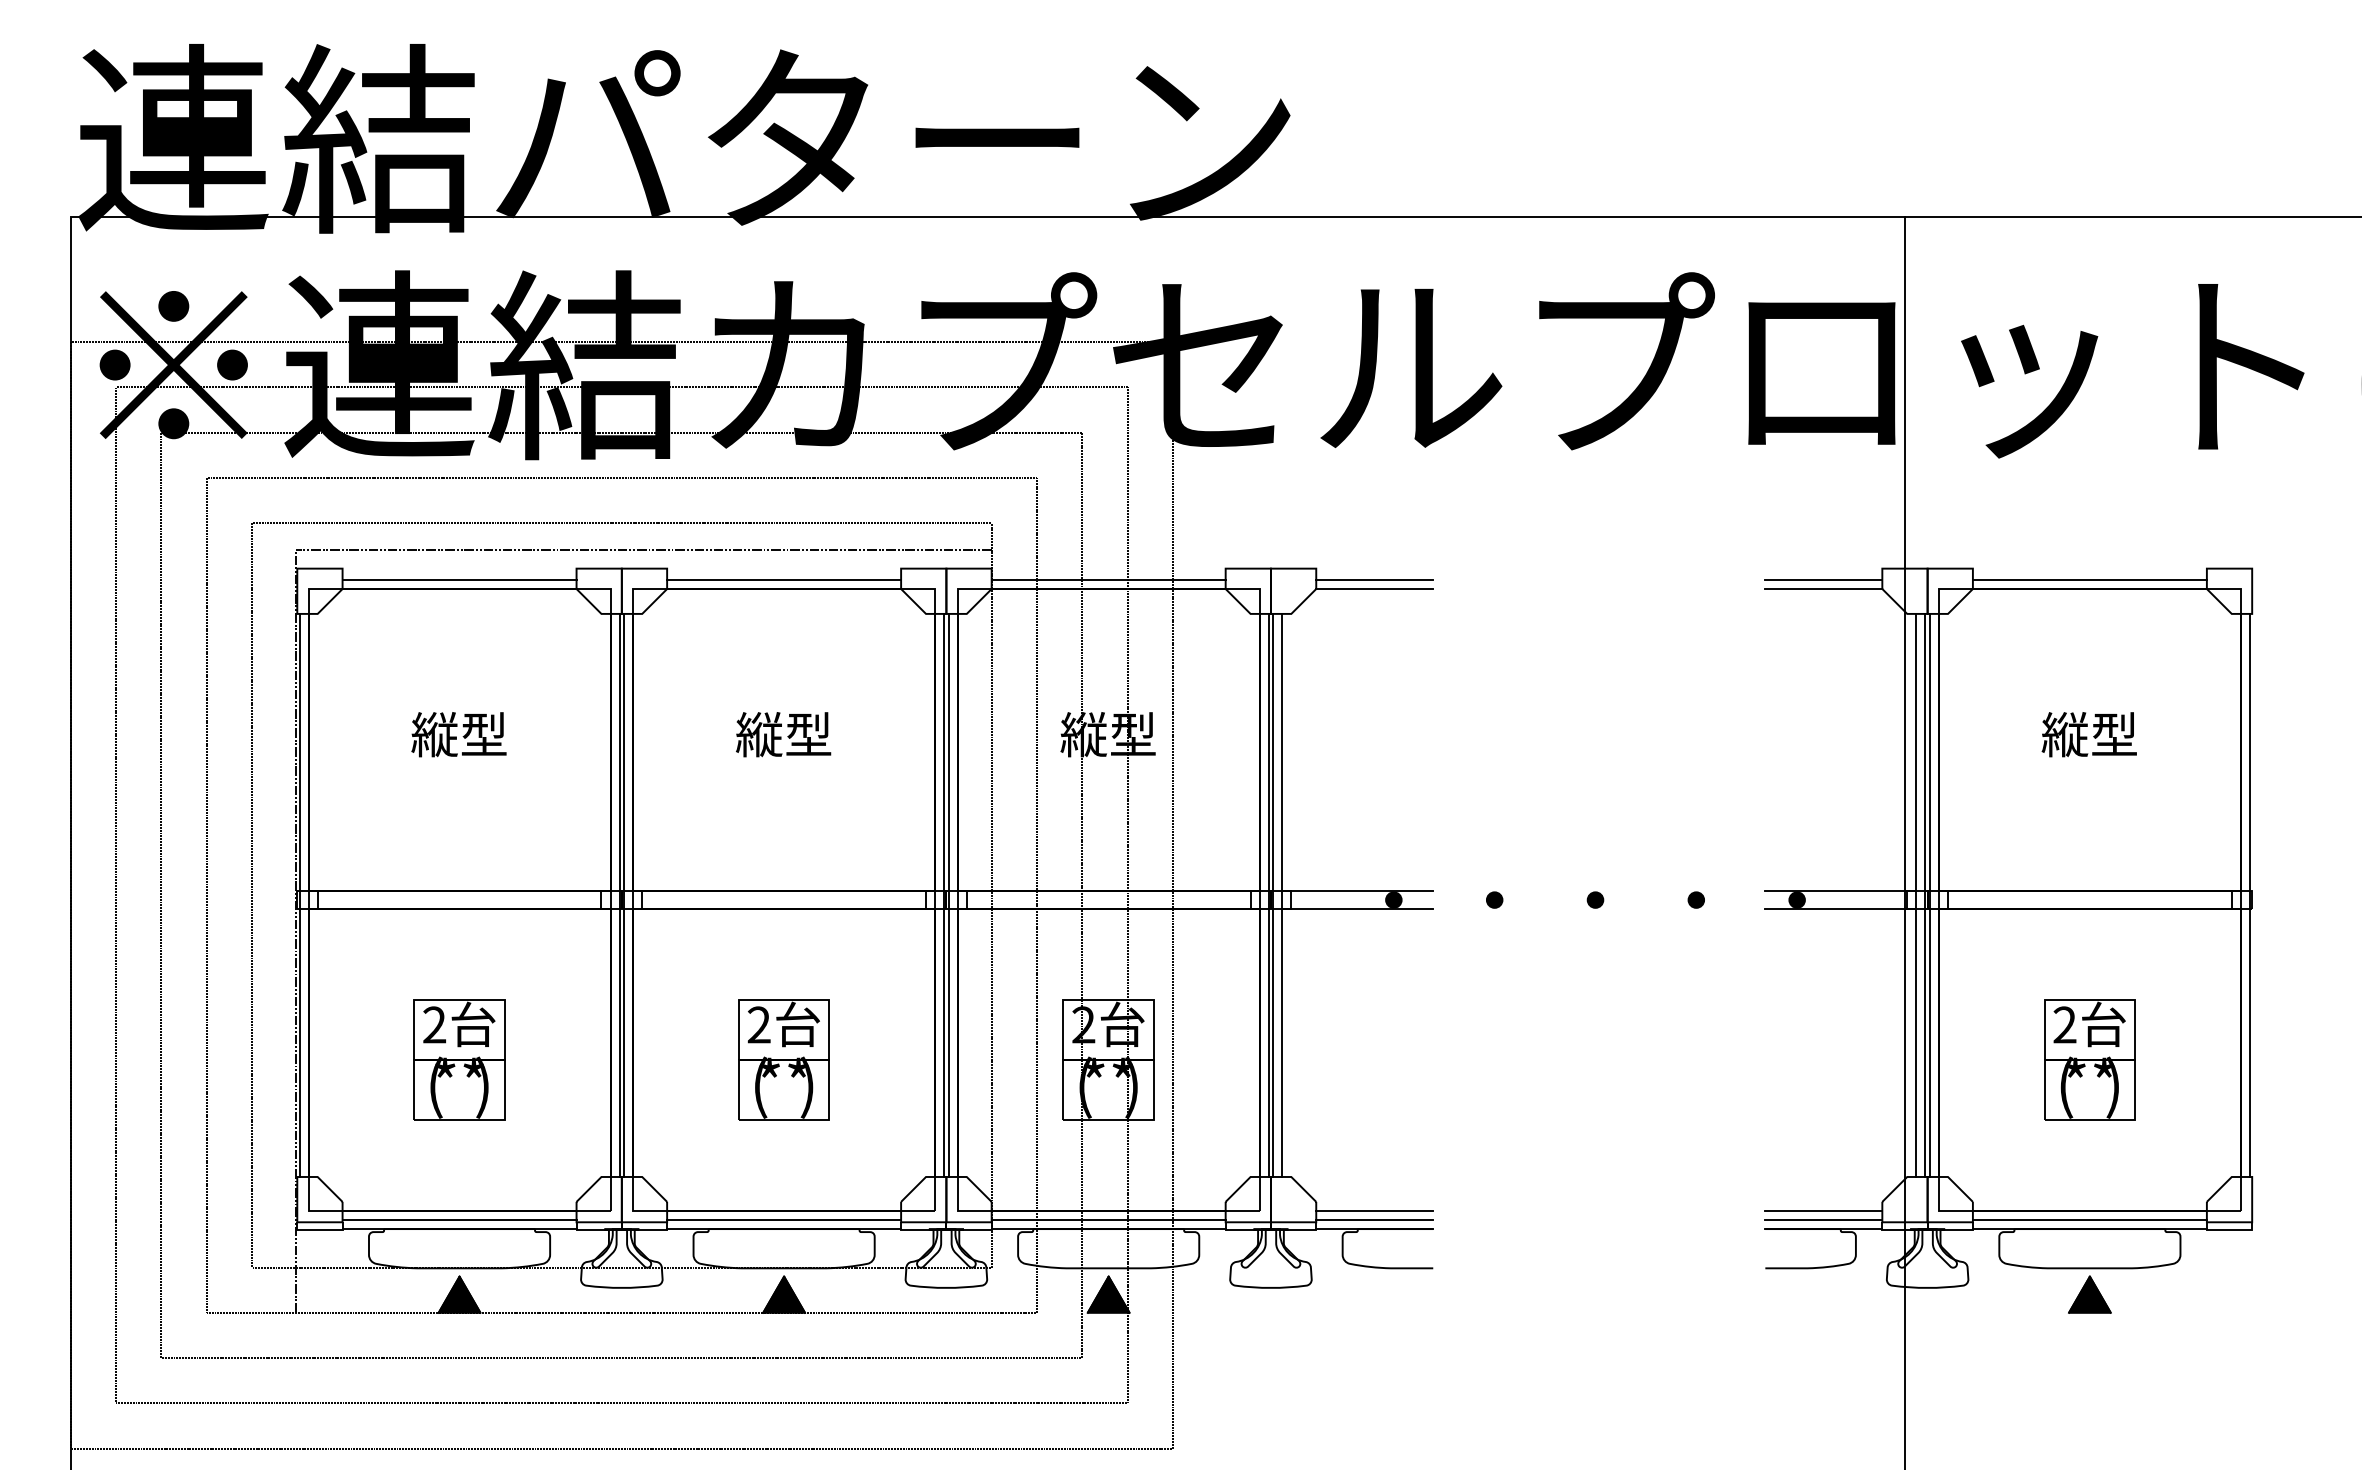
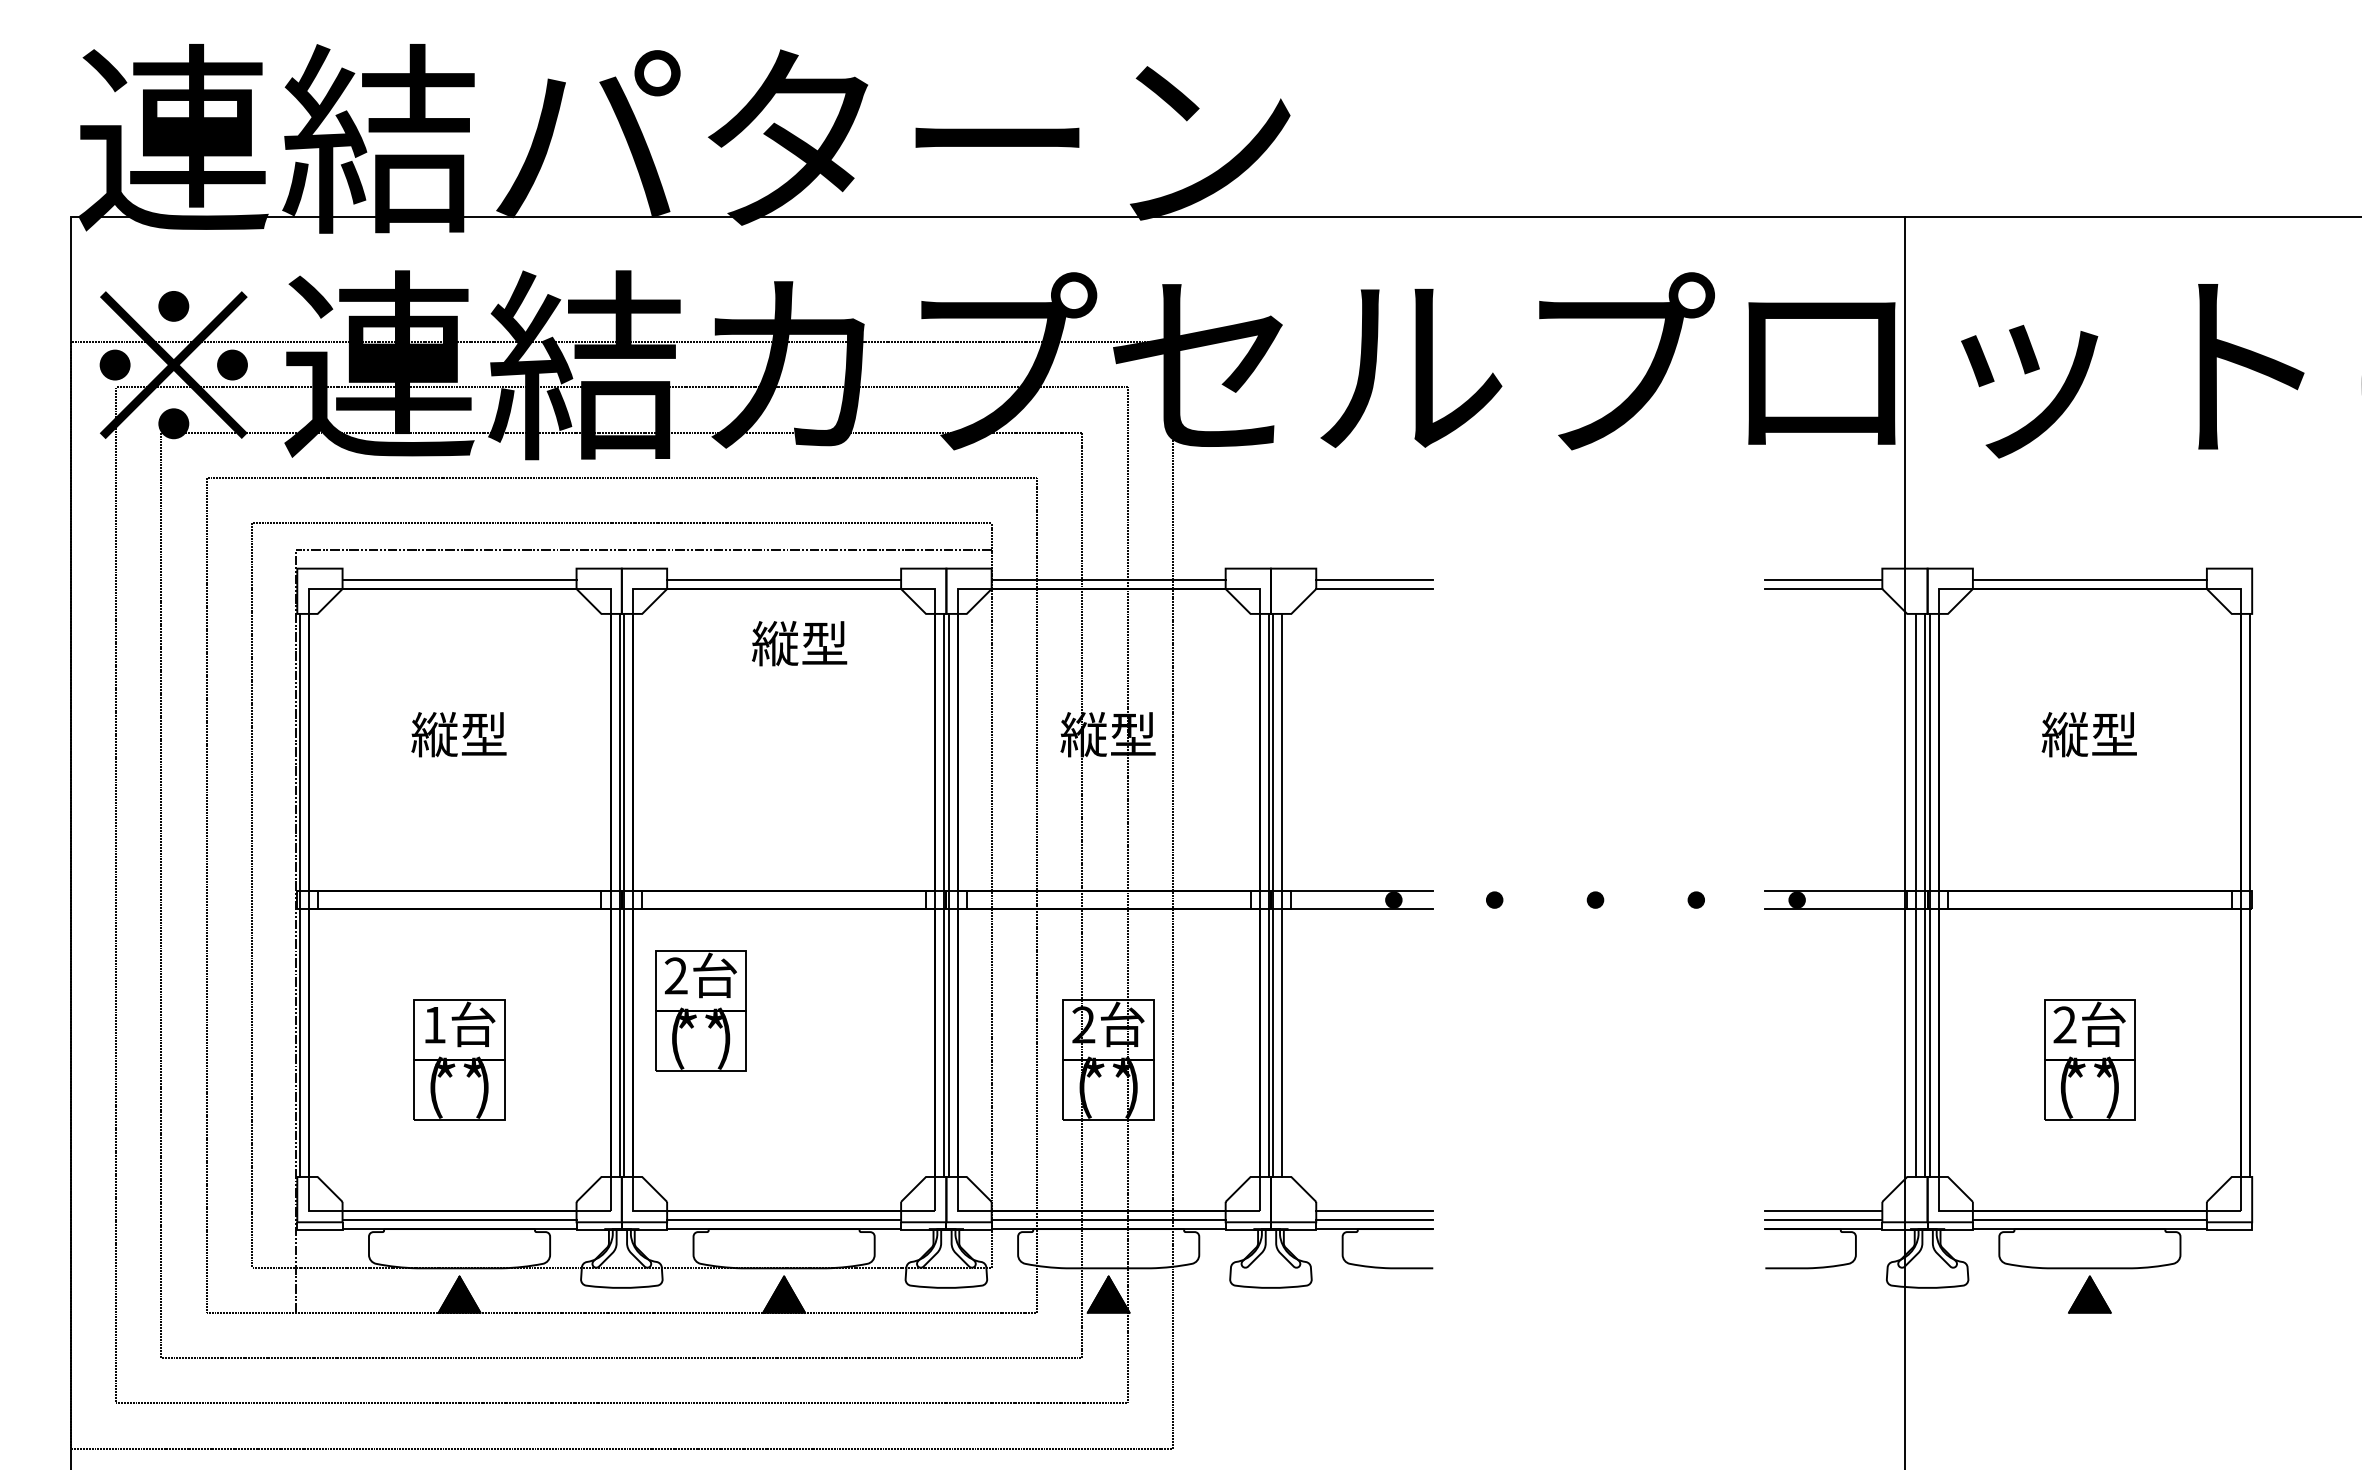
text at (783, 734) position: (783, 734) -> (799, 643)
text at (434, 1024): 2 -> 1
part at (783, 1059) position: (783, 1059) -> (700, 1010)
